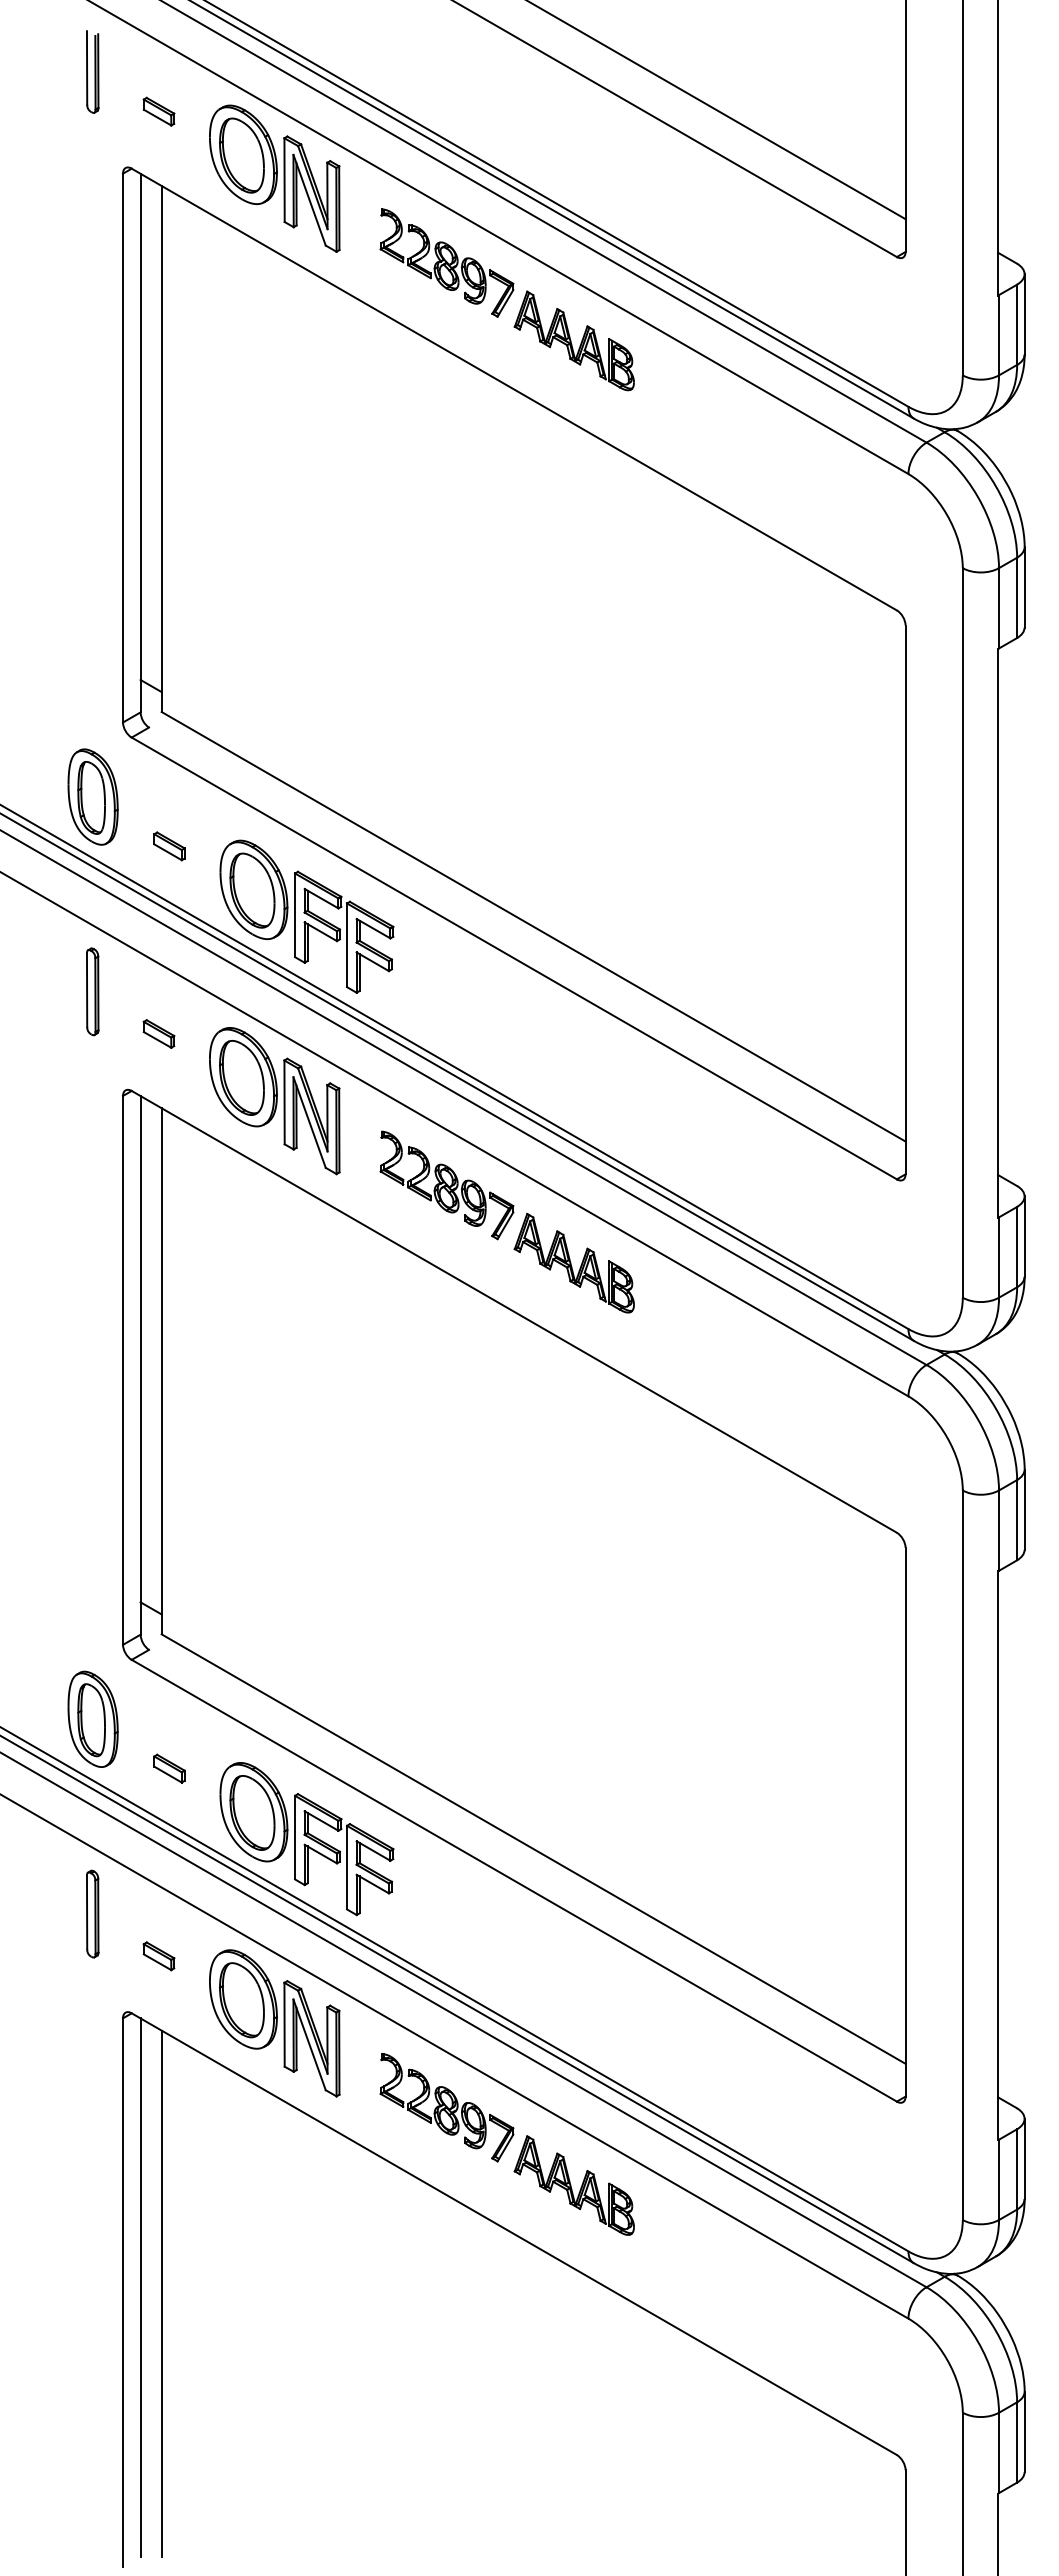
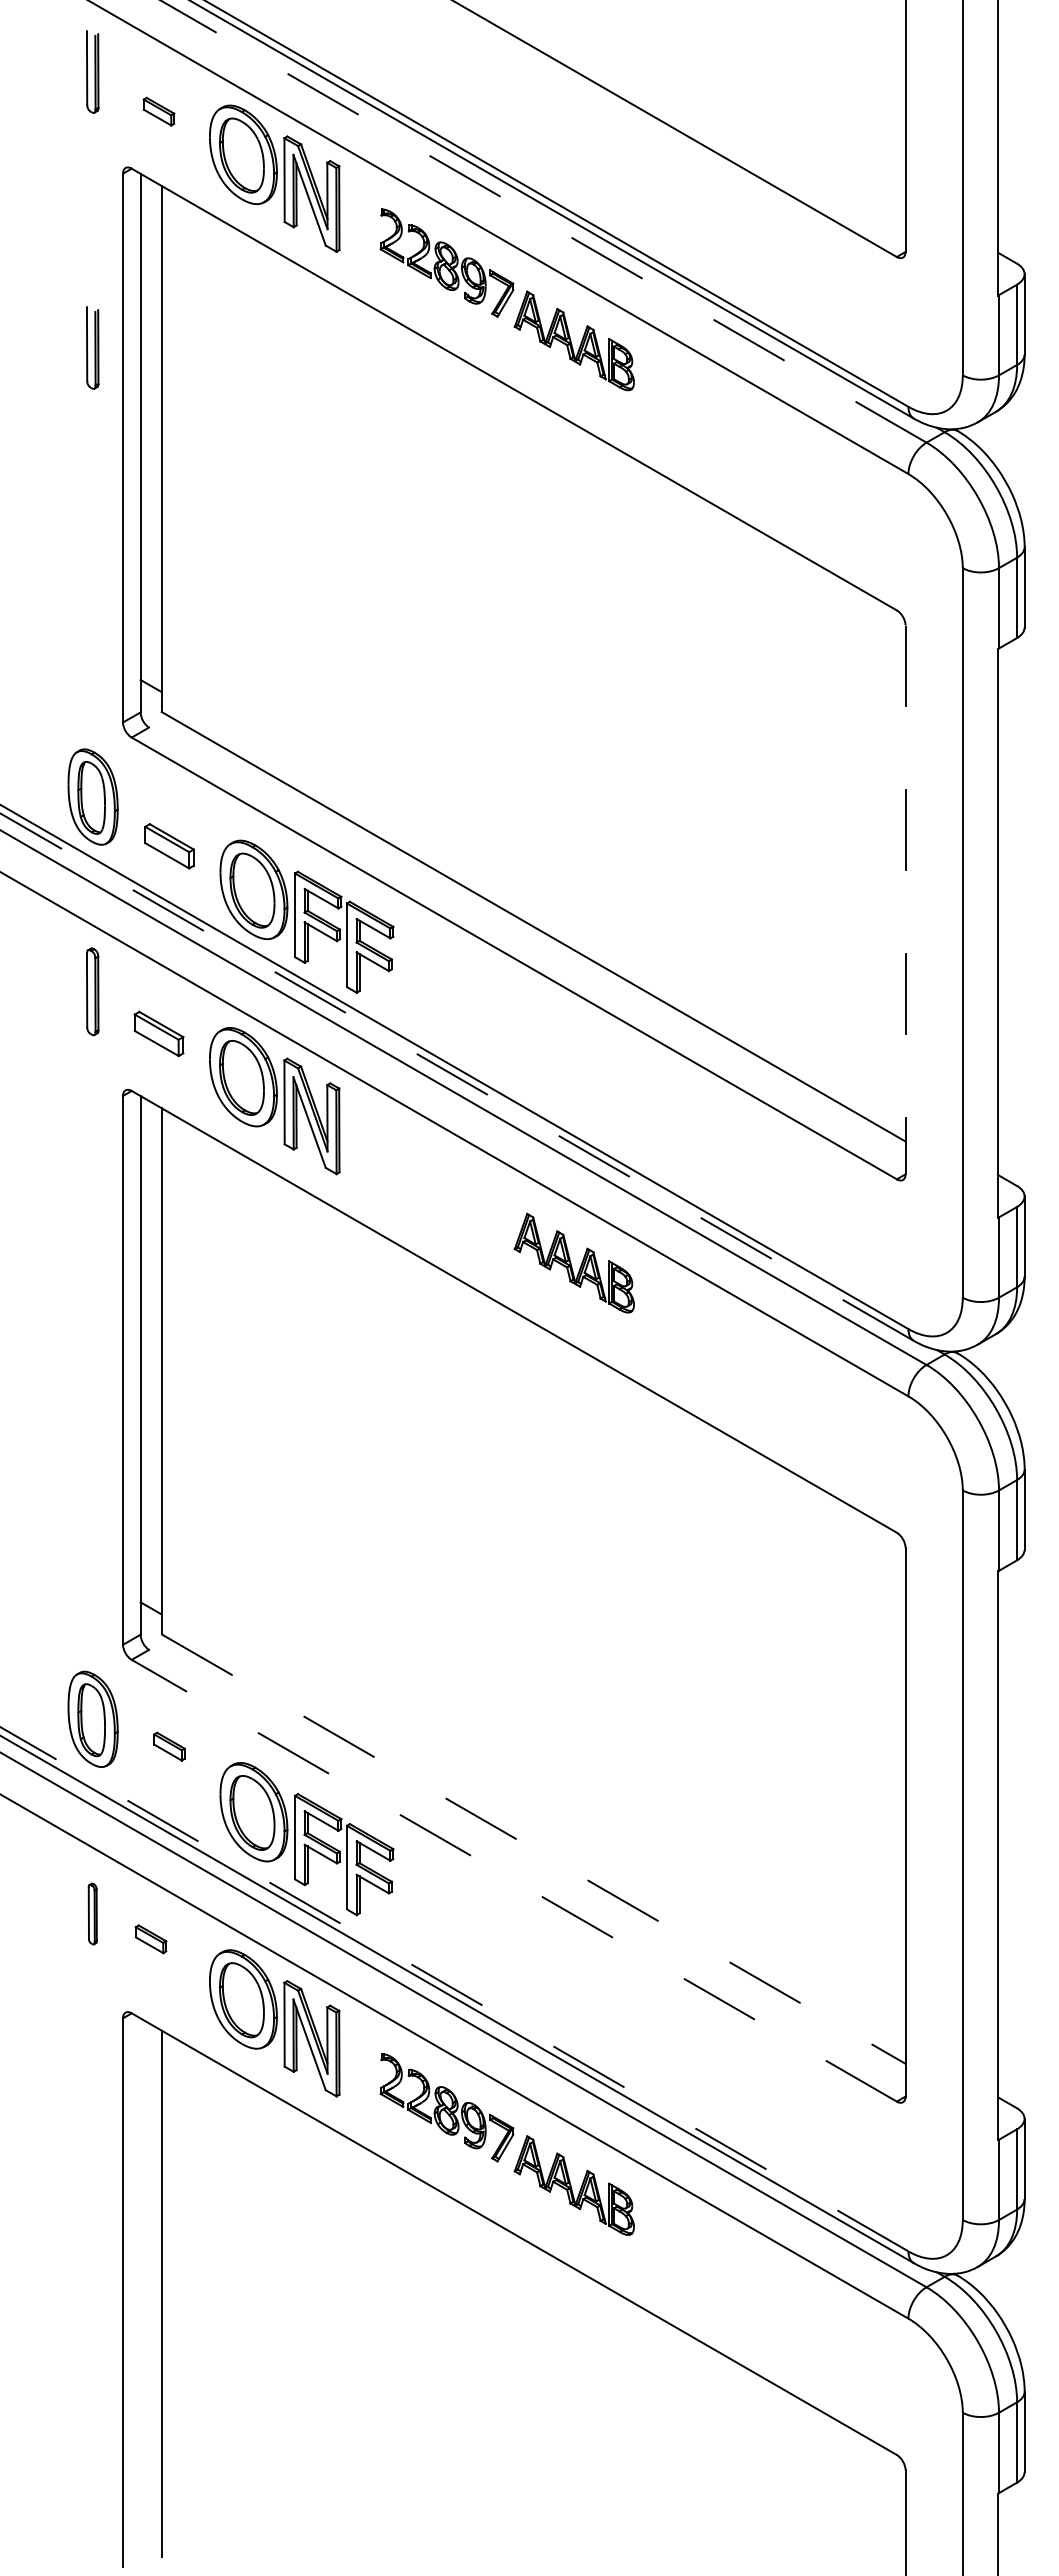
line at (717, 110): present -> none
line at (543, 221): solid -> dashed
part at (92, 347): none -> present
part at (169, 846) size: 33x31 px -> 51x47 px
line at (905, 900): solid -> dashed
part at (158, 1033) size: 34x30 px -> 52x48 px
line at (456, 1076): solid -> dashed
part at (446, 1185): present -> none
part at (169, 1768) position: (169, 1768) -> (169, 1746)
line at (534, 1849): solid -> dashed
line at (514, 1880): solid -> dashed
part at (92, 1913) size: 14x90 px -> 11x64 px
part at (158, 1956) position: (158, 1956) -> (150, 1939)
line at (453, 1988): solid -> dashed
line at (140, 2287): present -> none
